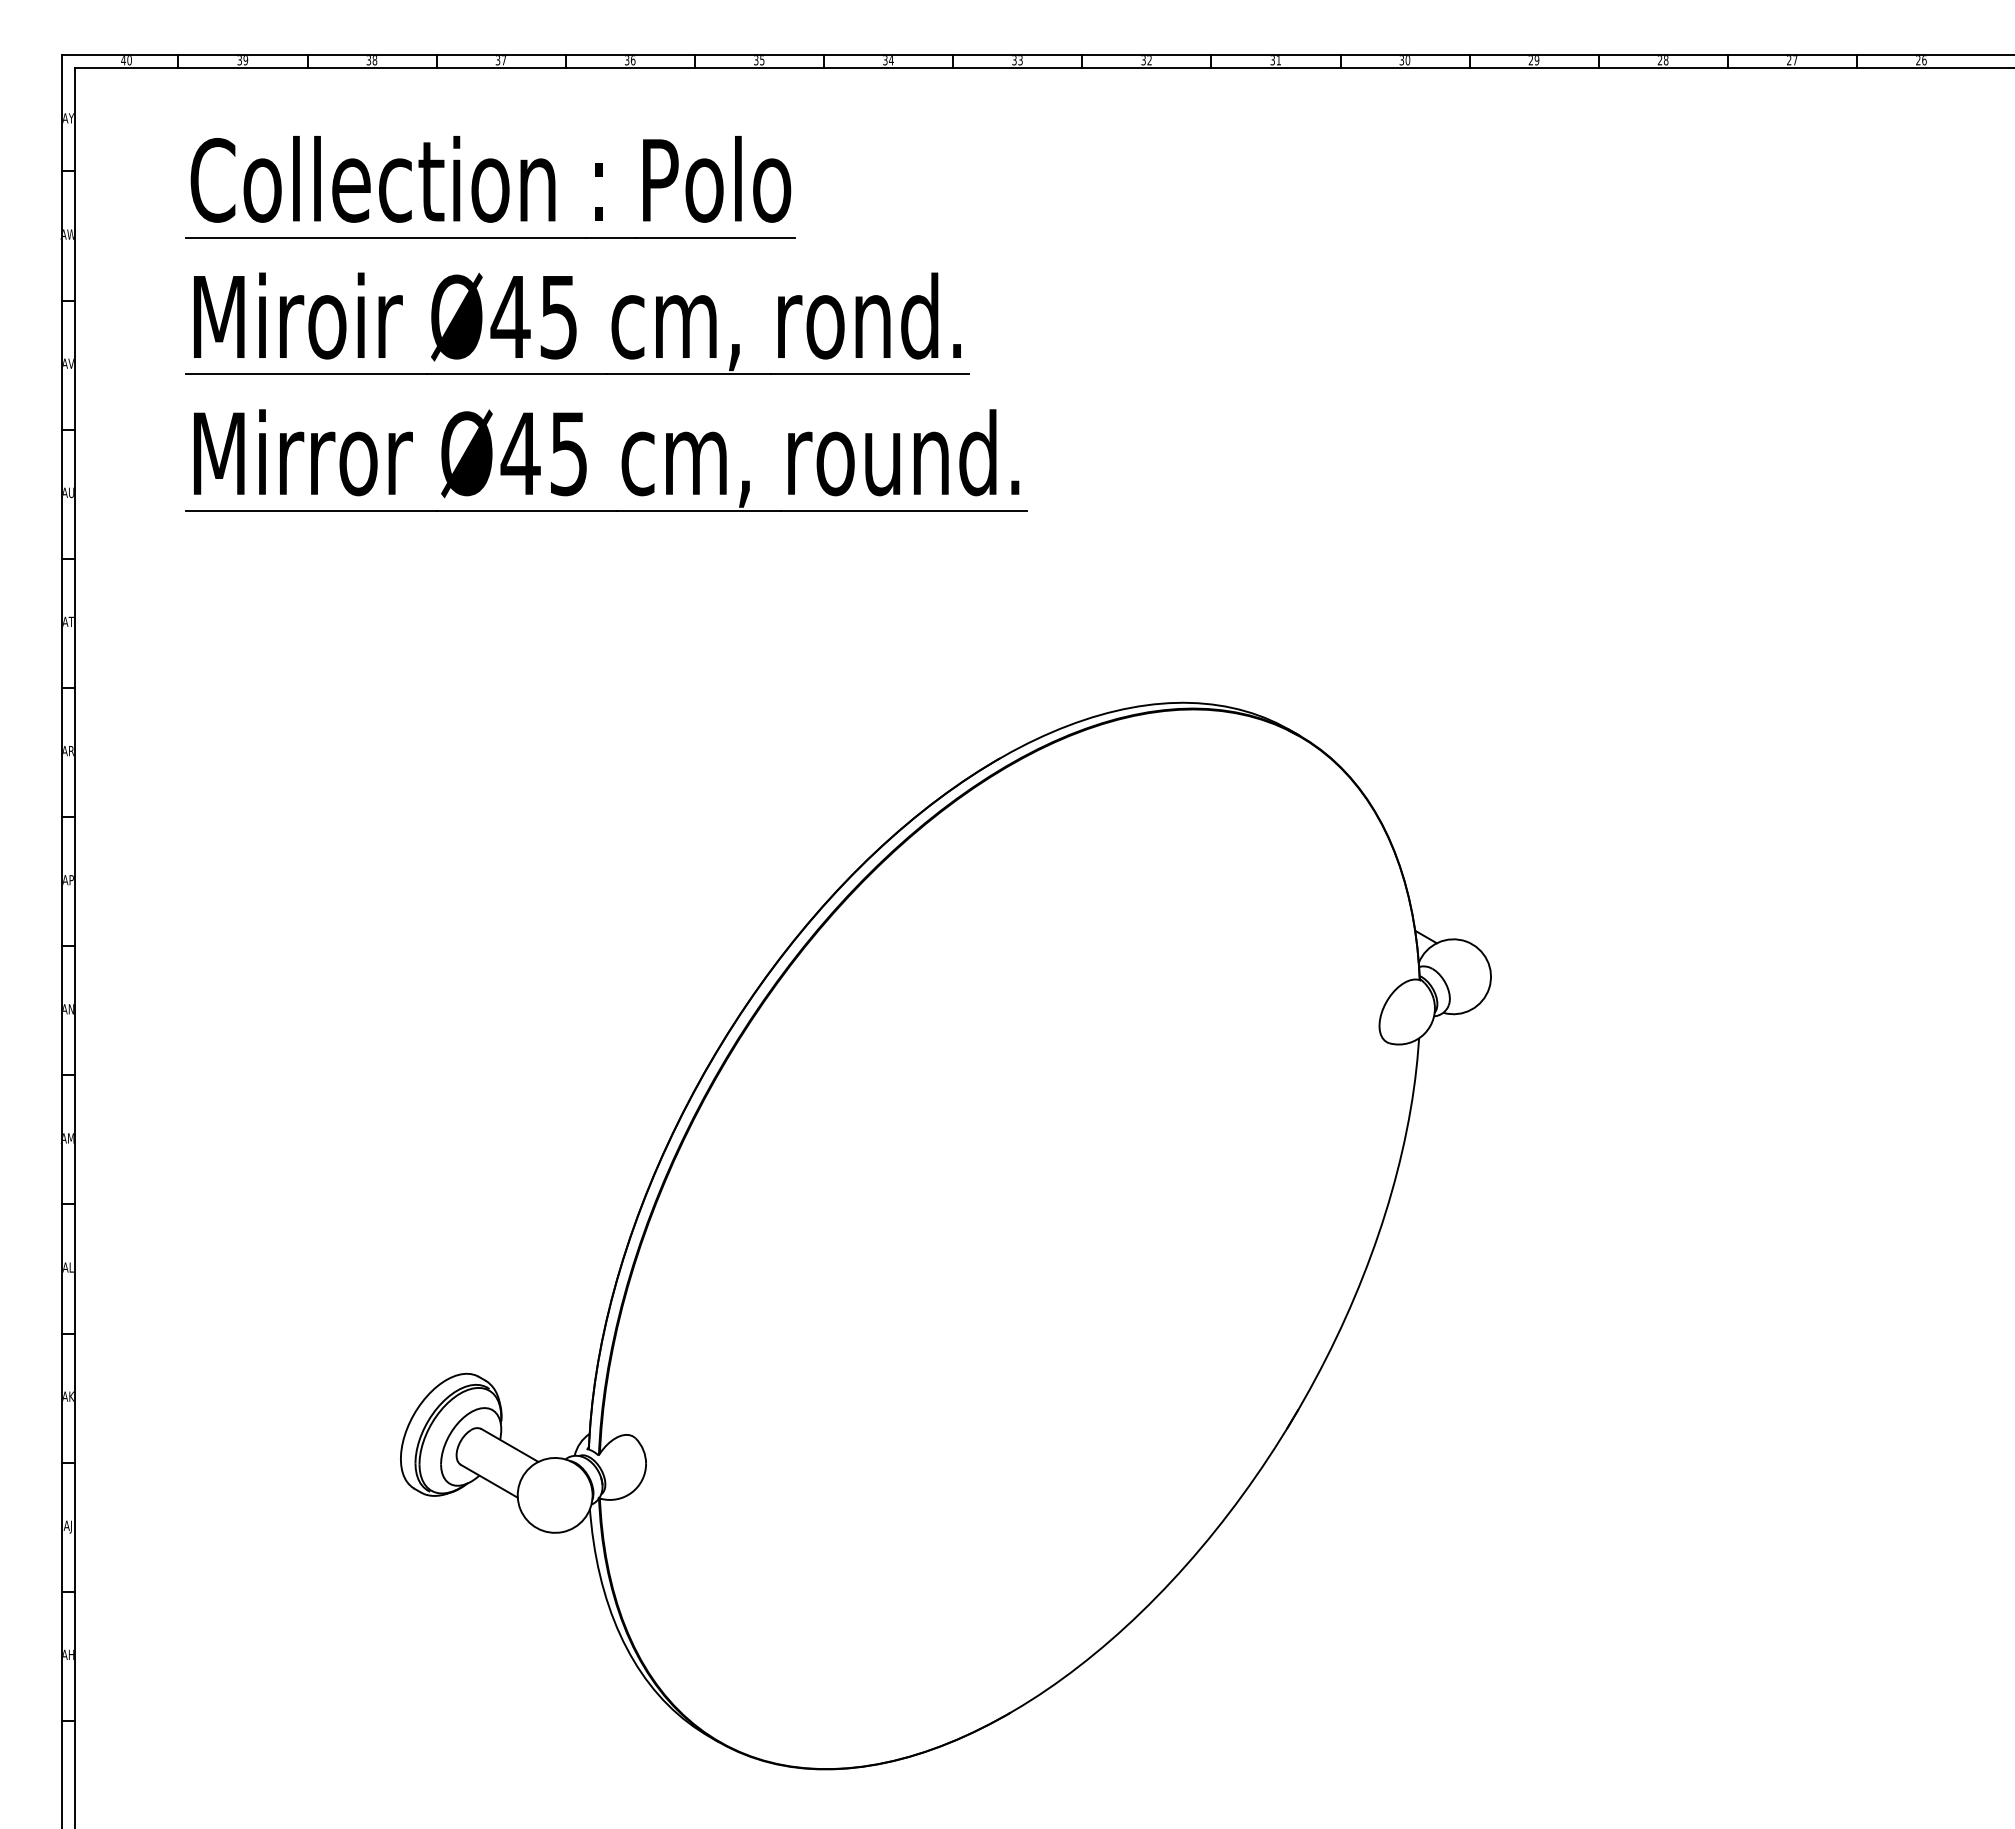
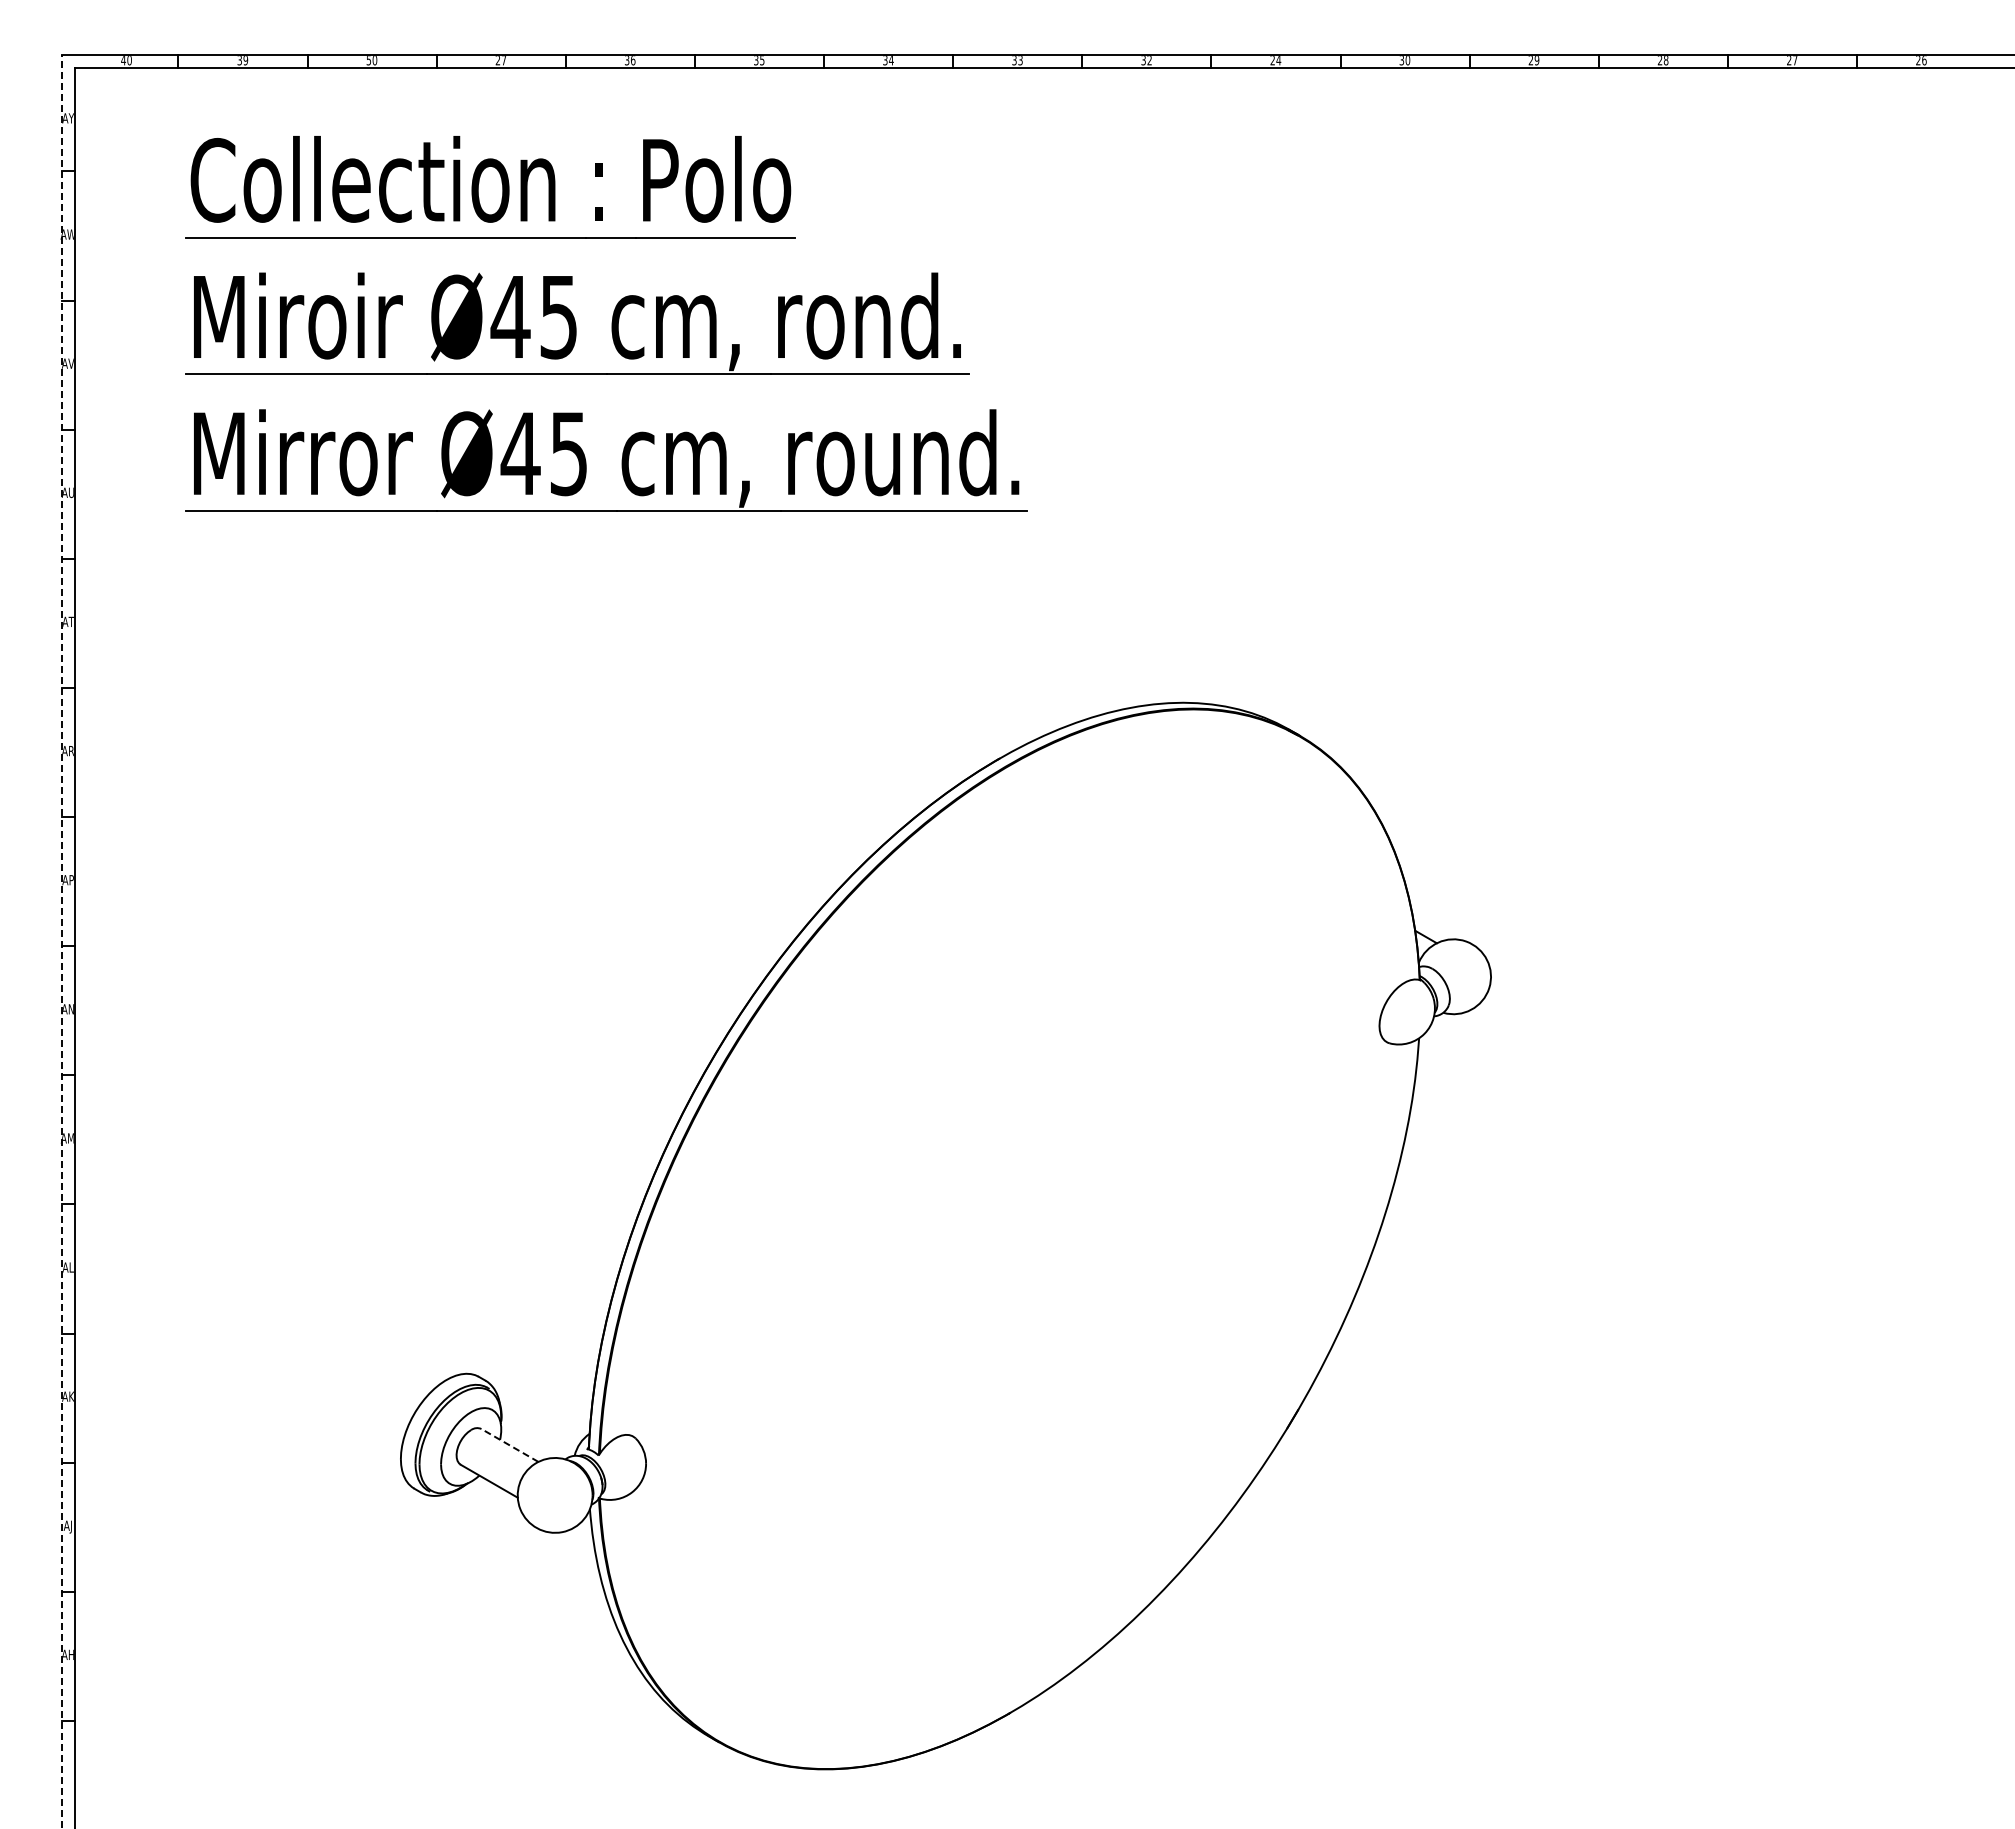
text at (372, 60): 38 -> 50
text at (497, 60): 37 -> 27
text at (1275, 60): 31 -> 24
line at (62, 942): solid -> dashed
line at (509, 1445): solid -> dashed
